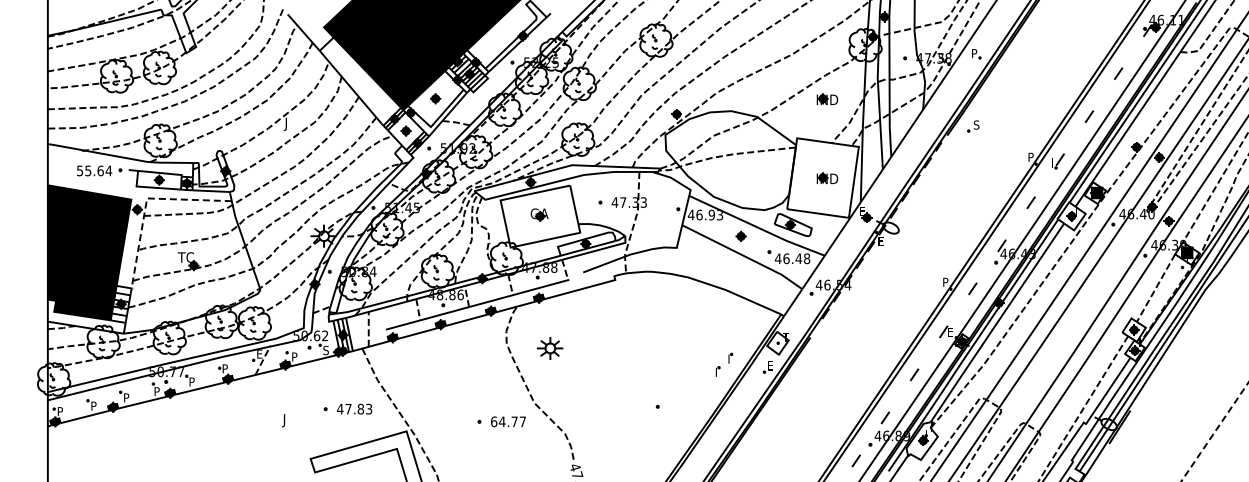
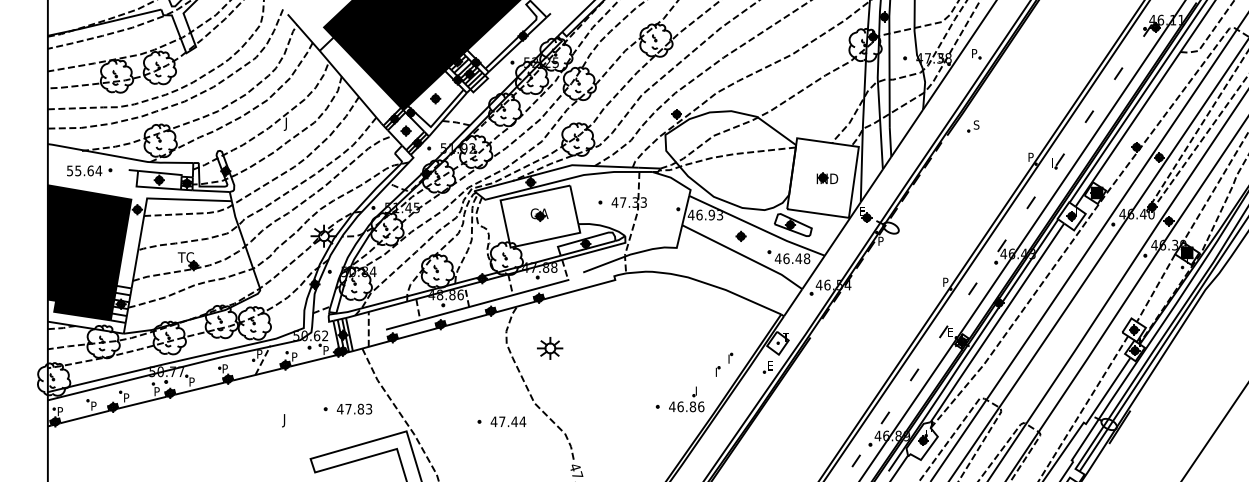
part at (827, 98): present -> none
part at (99, 170) position: (99, 170) -> (89, 170)
line at (146, 201): dashed -> solid
text at (880, 240): E -> P
text at (325, 350): S -> P
text at (260, 353): E -> P
part at (686, 399): none -> present
text at (508, 421): 64.77 -> 47.44
line at (1214, 432): dashed -> solid
